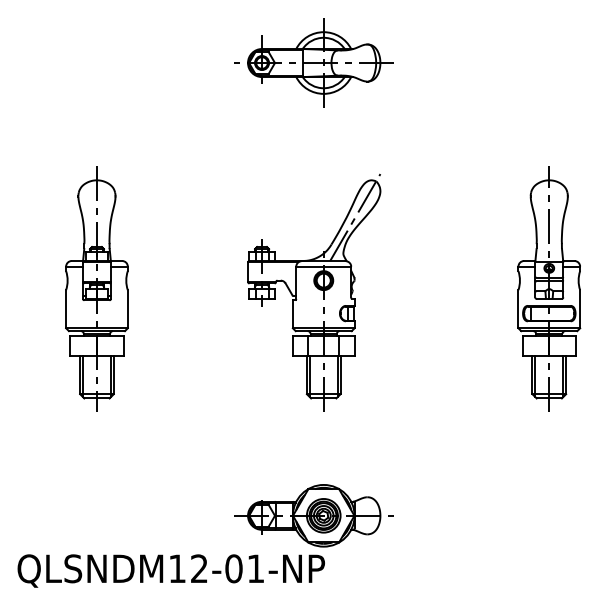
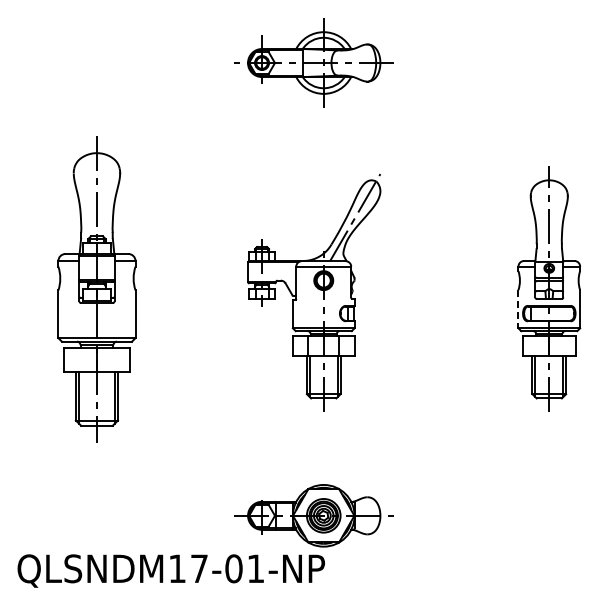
part at (96, 288) size: 64x246 px -> 80x307 px
line at (518, 309): solid -> dashed
text at (199, 568): QLSNDM12-01-NP -> QLSNDM17-01-NP
